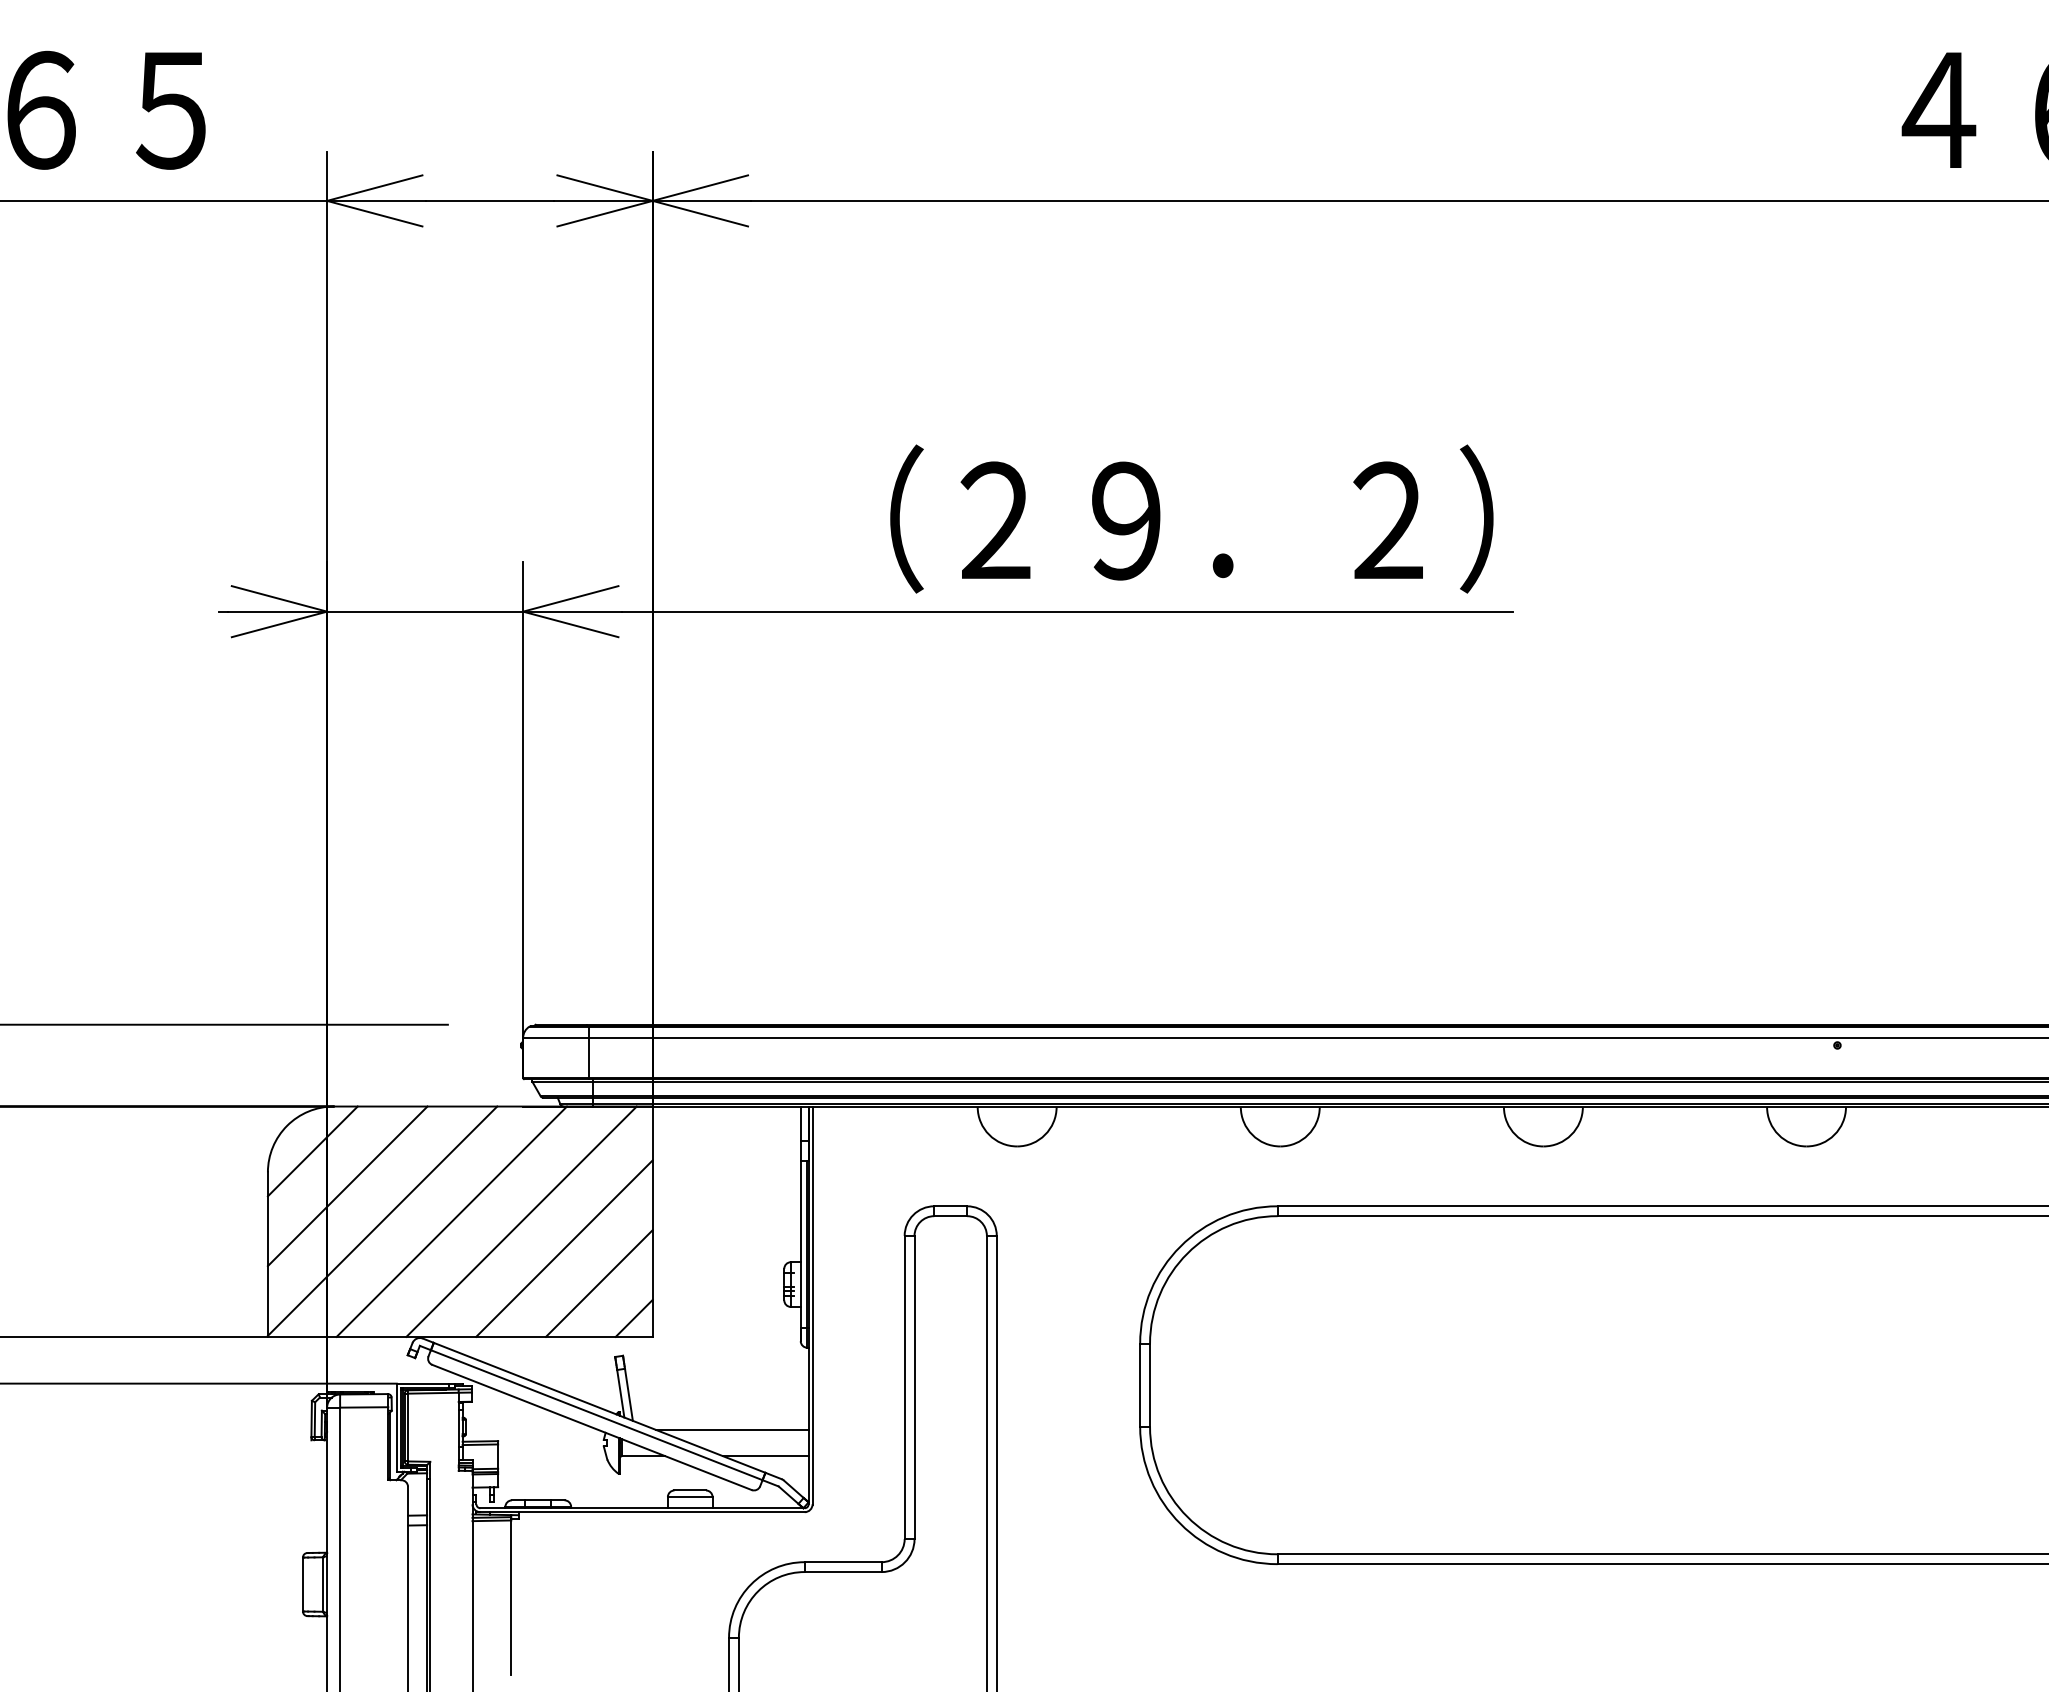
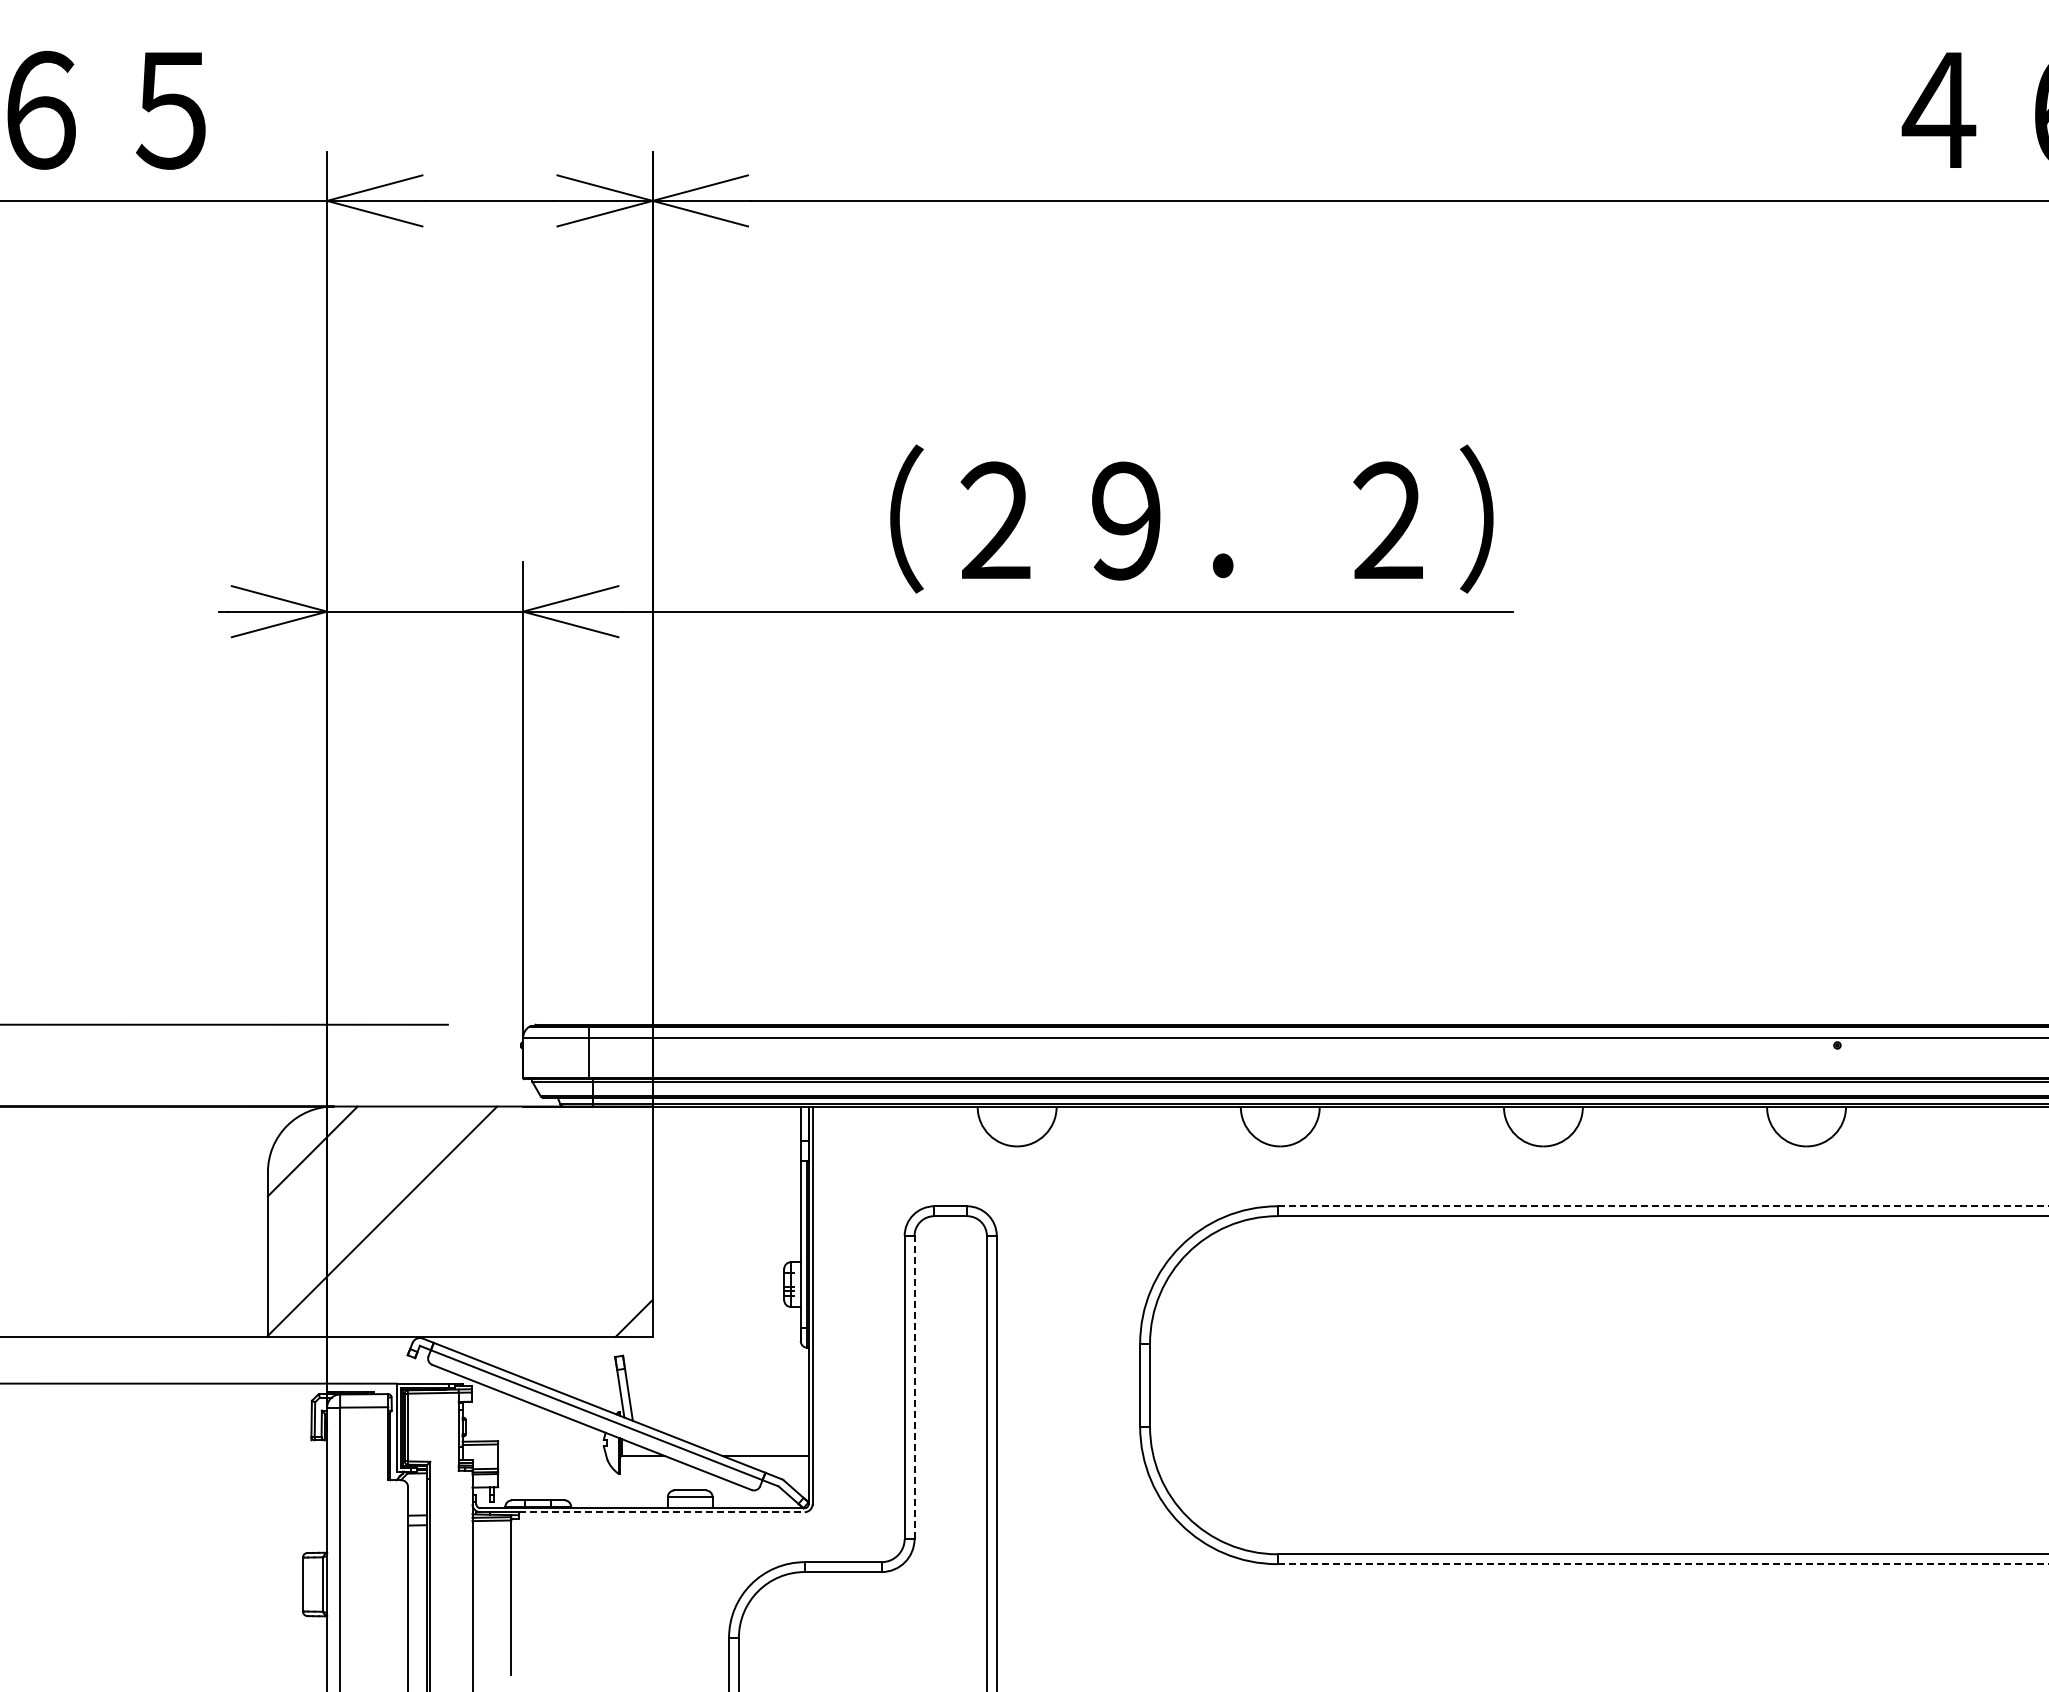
line at (347, 1186): present -> none
line at (1662, 1206): solid -> dashed
line at (451, 1221): present -> none
line at (521, 1221): present -> none
line at (564, 1248): present -> none
line at (598, 1283): present -> none
line at (914, 1387): solid -> dashed
line at (732, 1430): present -> none
line at (662, 1512): solid -> dashed
line at (1663, 1564): solid -> dashed
